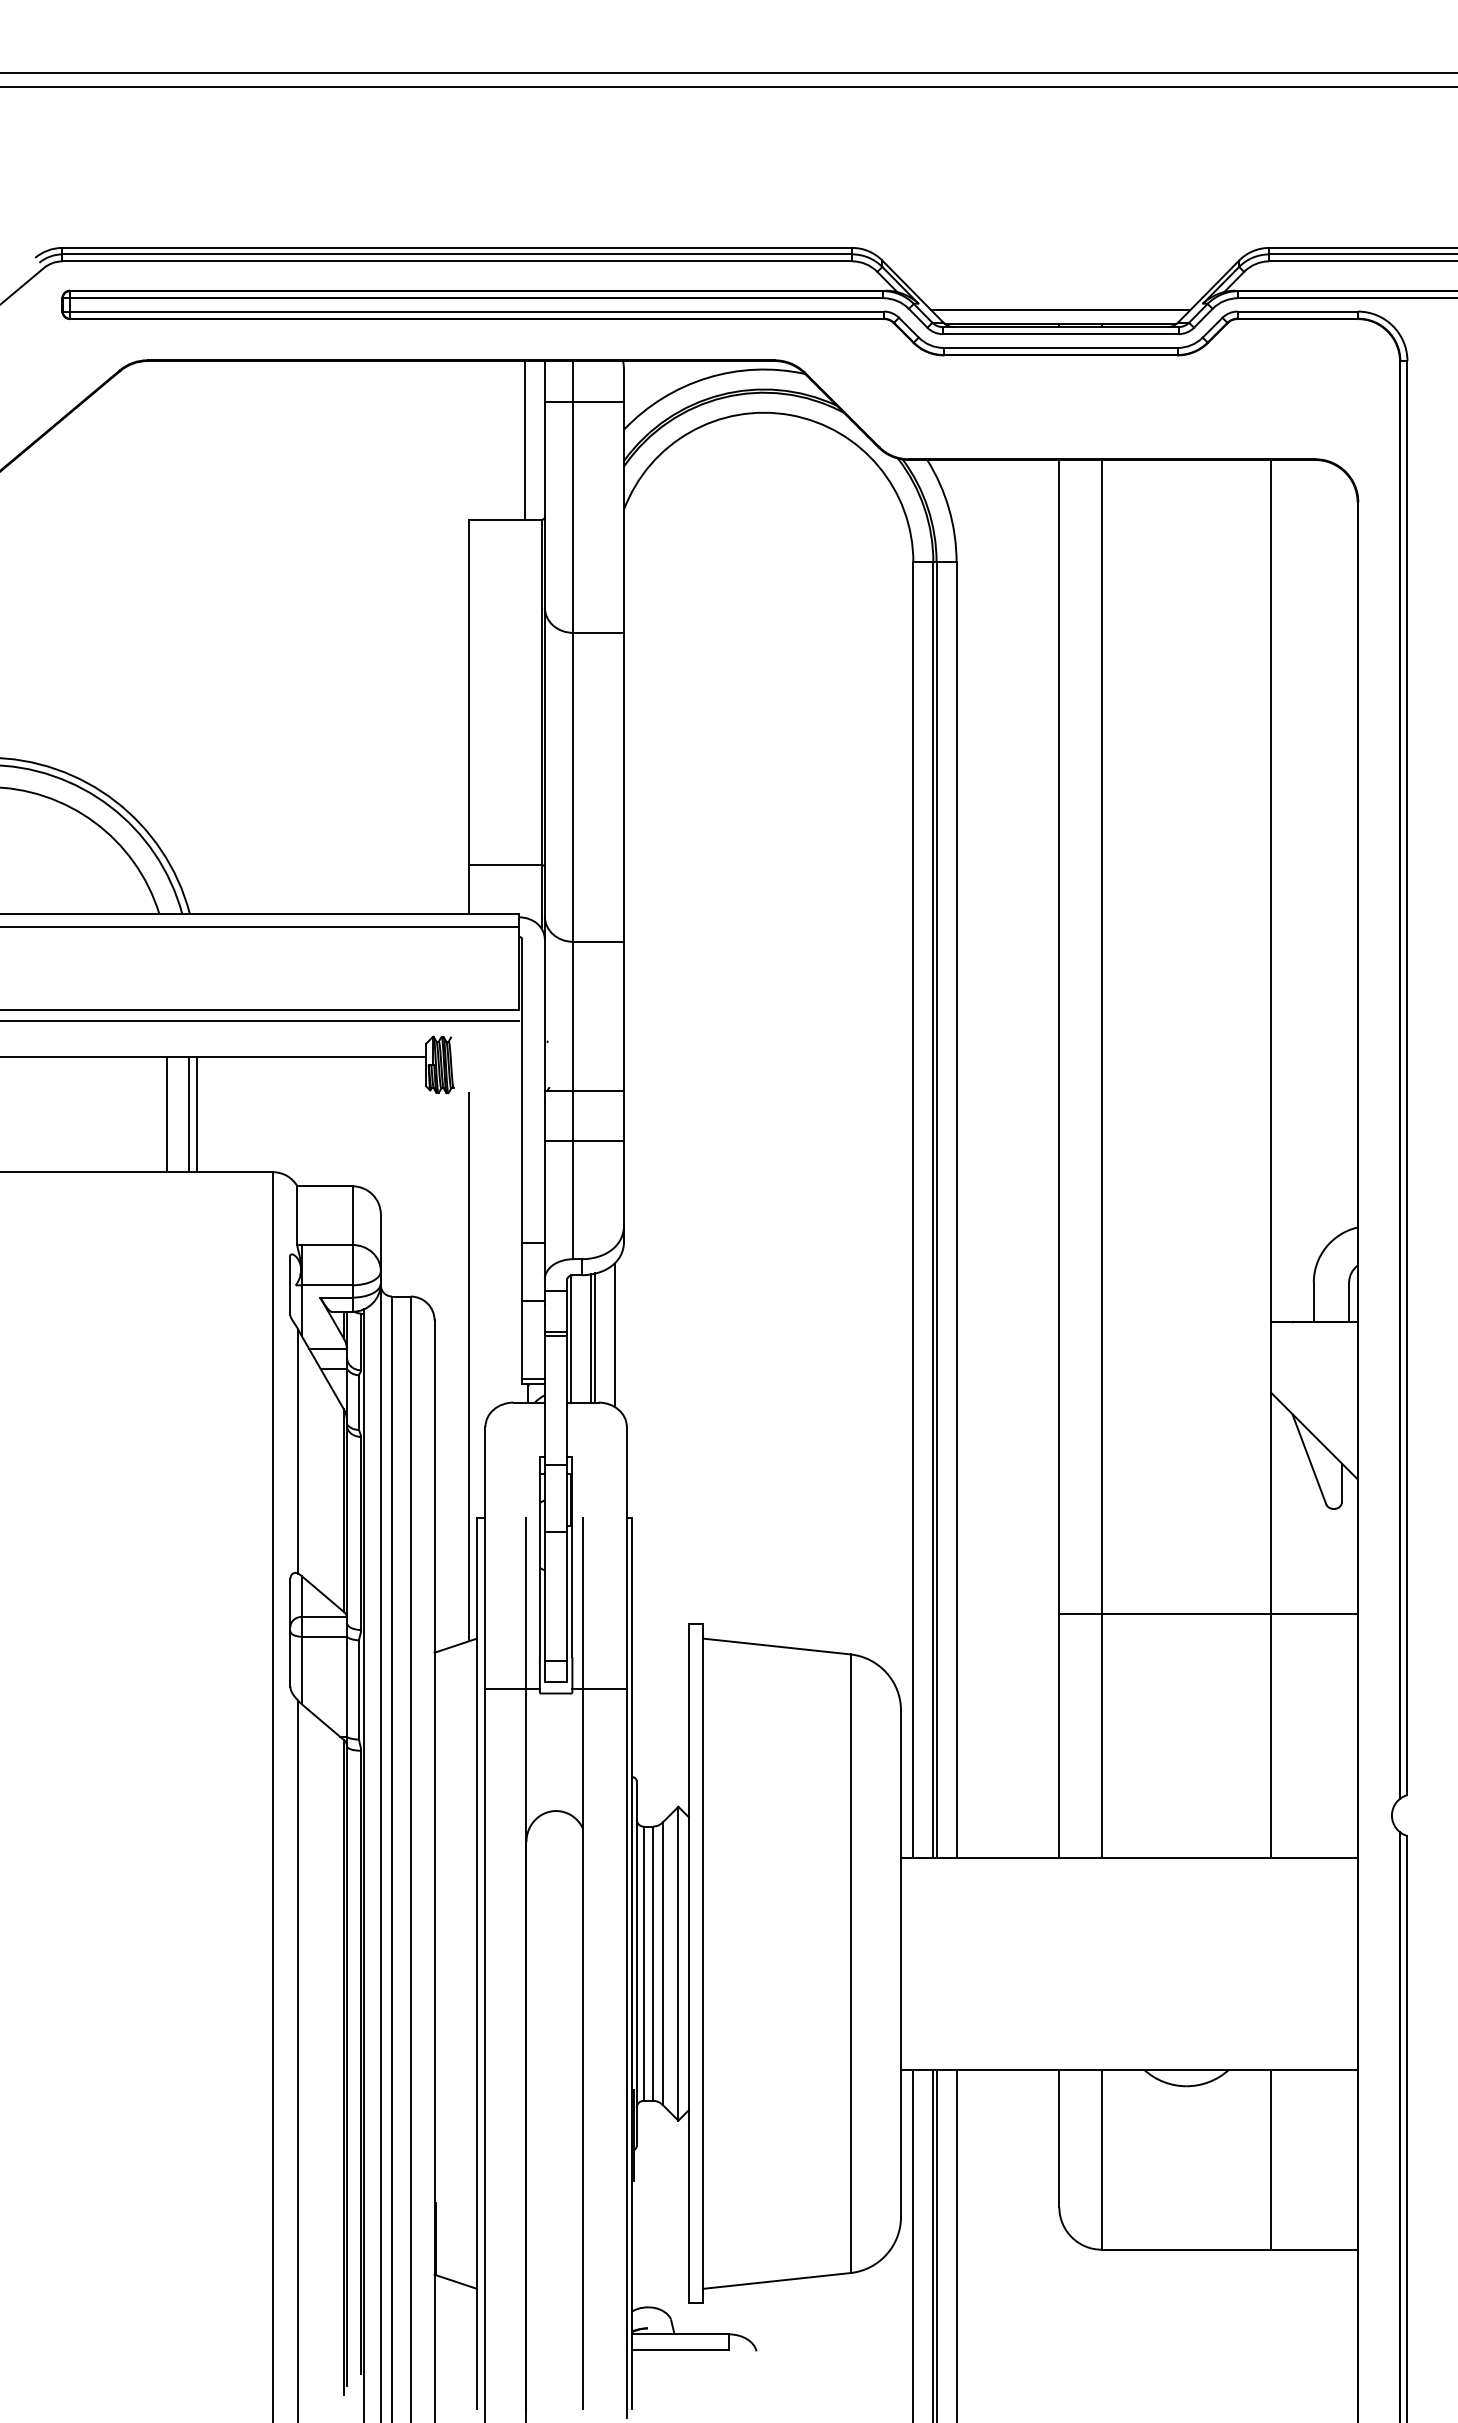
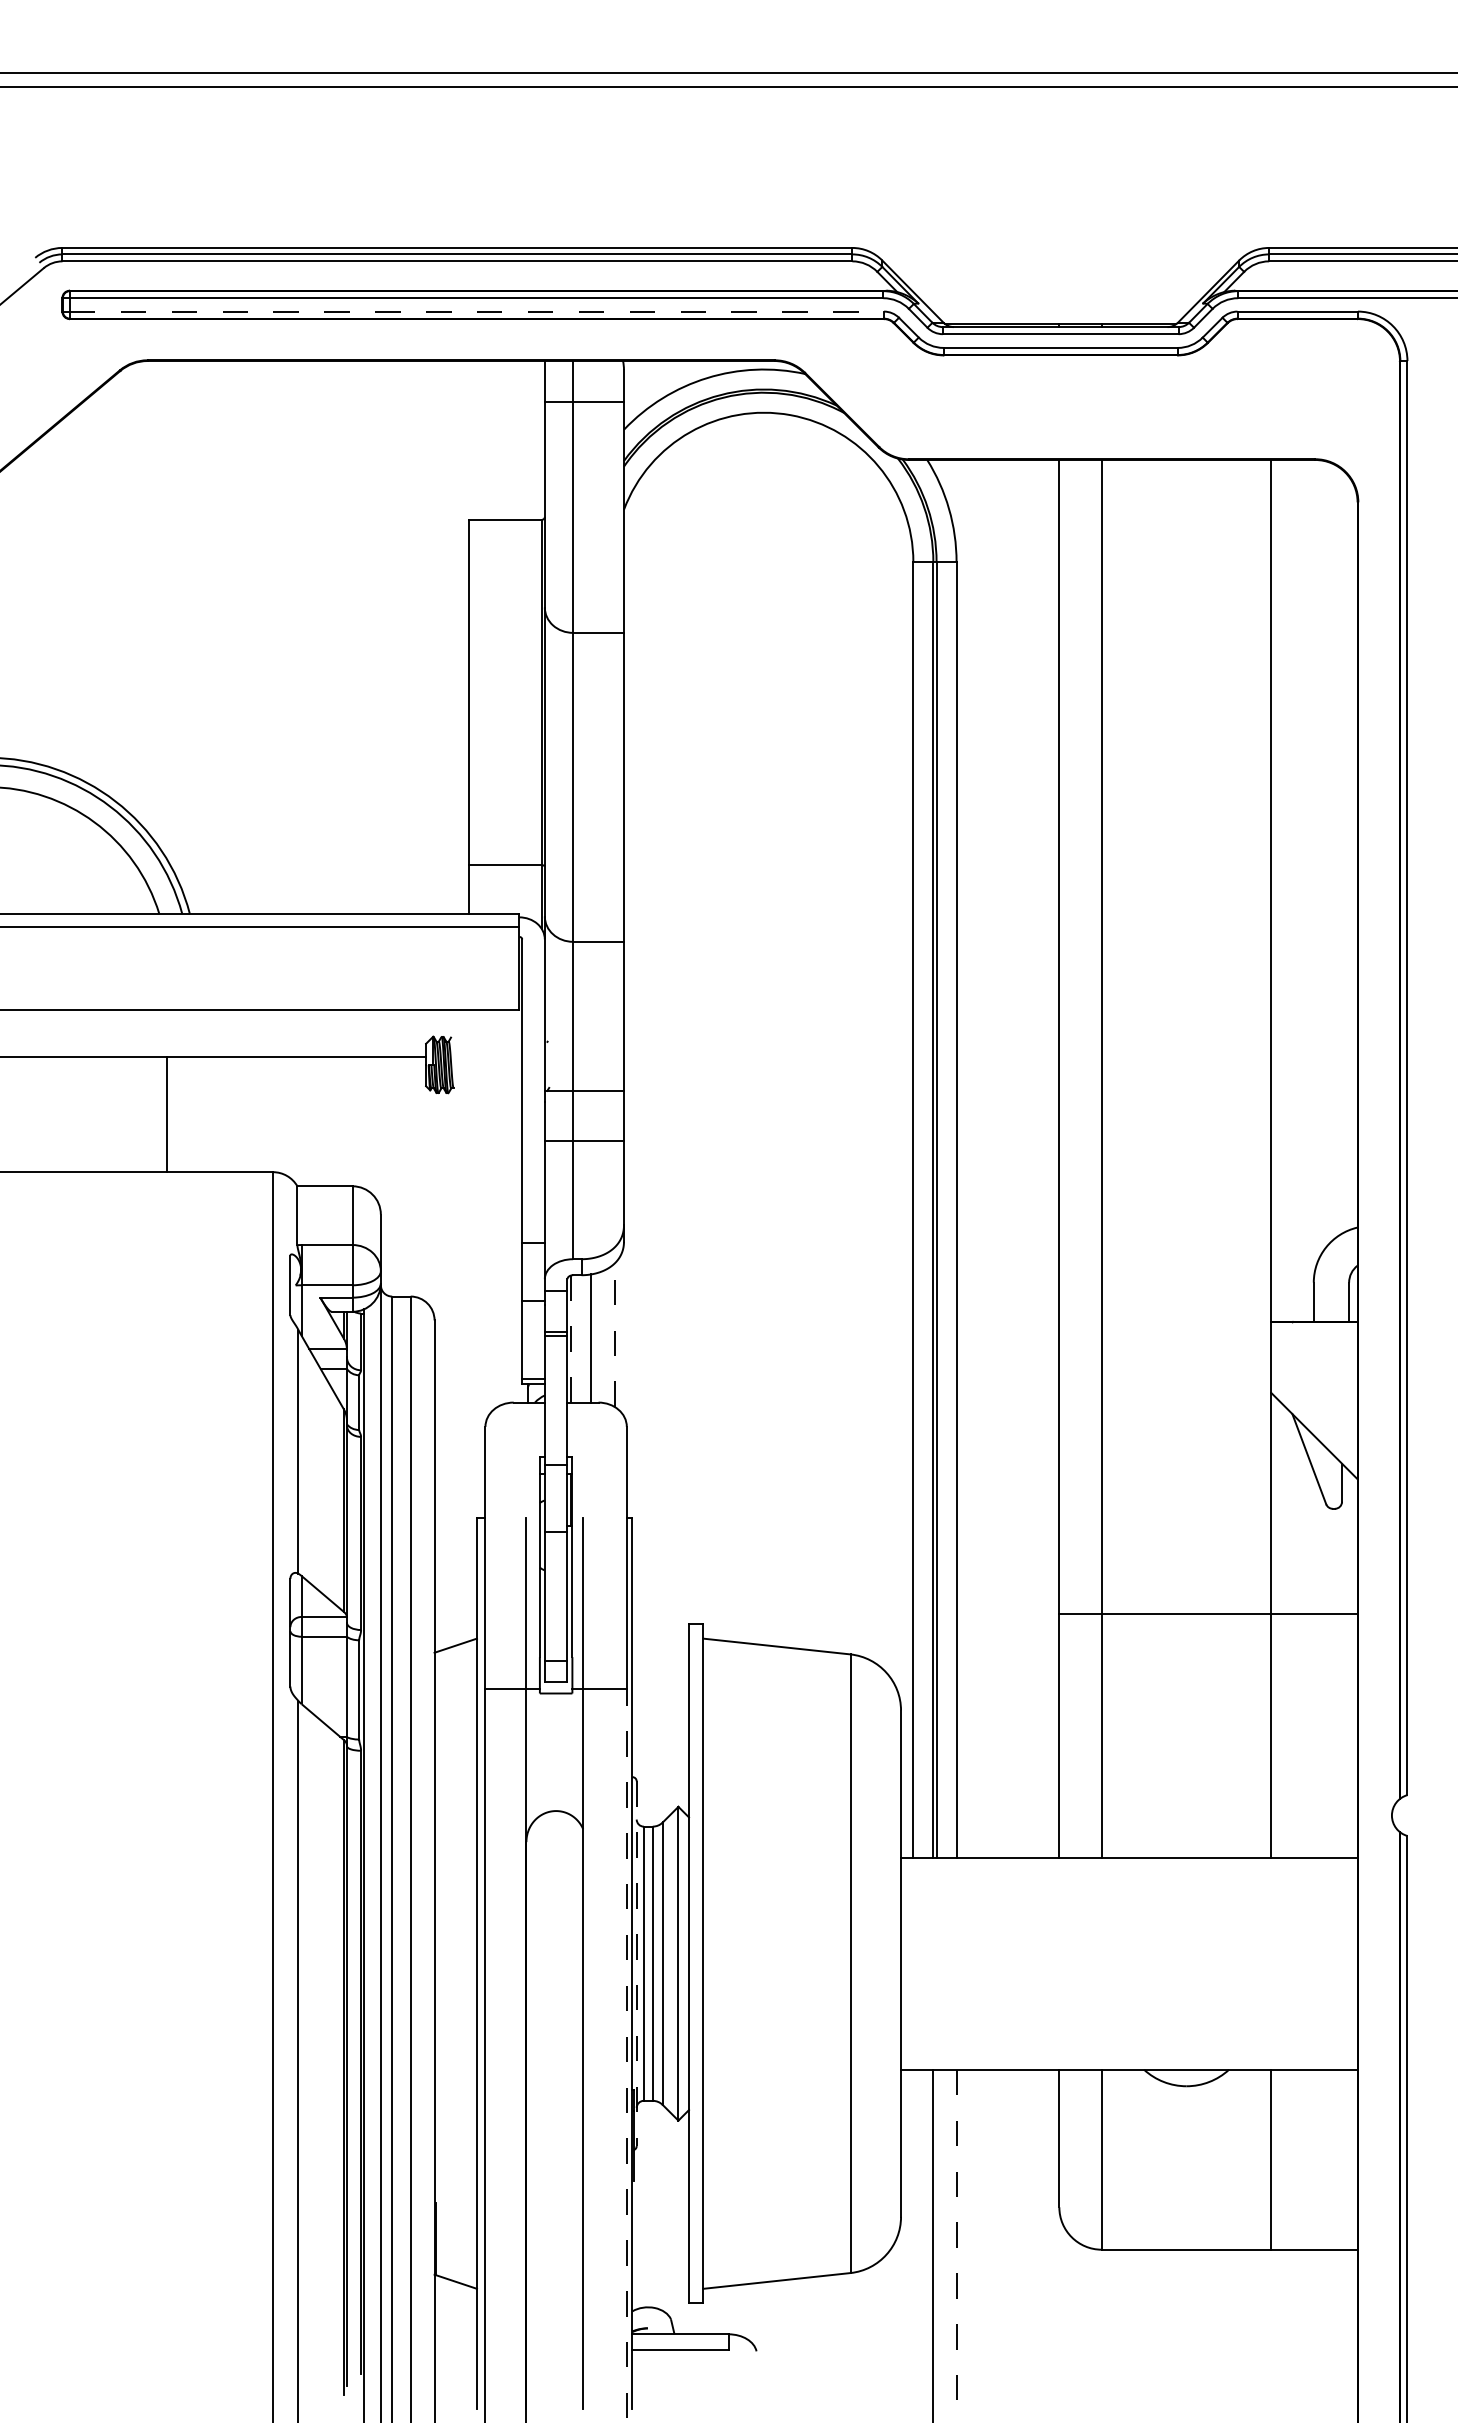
line at (1060, 310): present -> none
line at (477, 311): solid -> dashed
line at (525, 440): present -> none
line at (260, 1021): present -> none
line at (189, 1114): present -> none
line at (196, 1114): present -> none
line at (614, 1335): solid -> dashed
line at (594, 1337): present -> none
line at (571, 1339): solid -> dashed
line at (468, 1367): present -> none
line at (636, 1964): solid -> dashed
line at (626, 2053): solid -> dashed
line at (913, 2244): present -> none
line at (936, 2244): present -> none
line at (956, 2246): solid -> dashed
